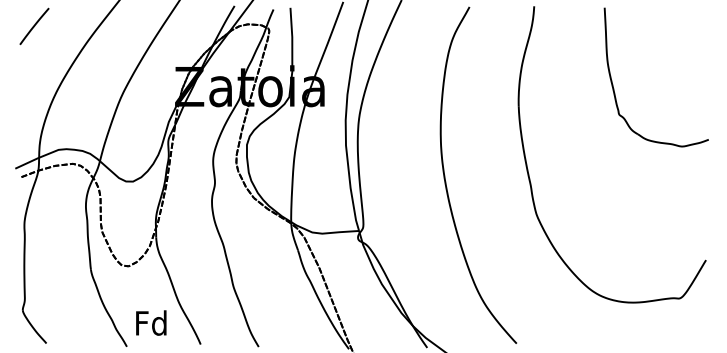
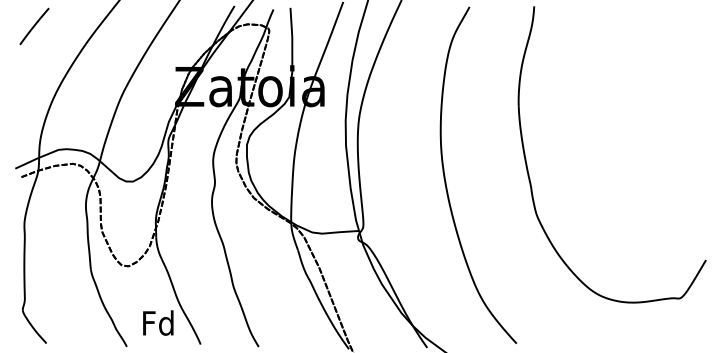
part at (614, 88): present -> none
text at (151, 322) position: (151, 322) -> (158, 322)
